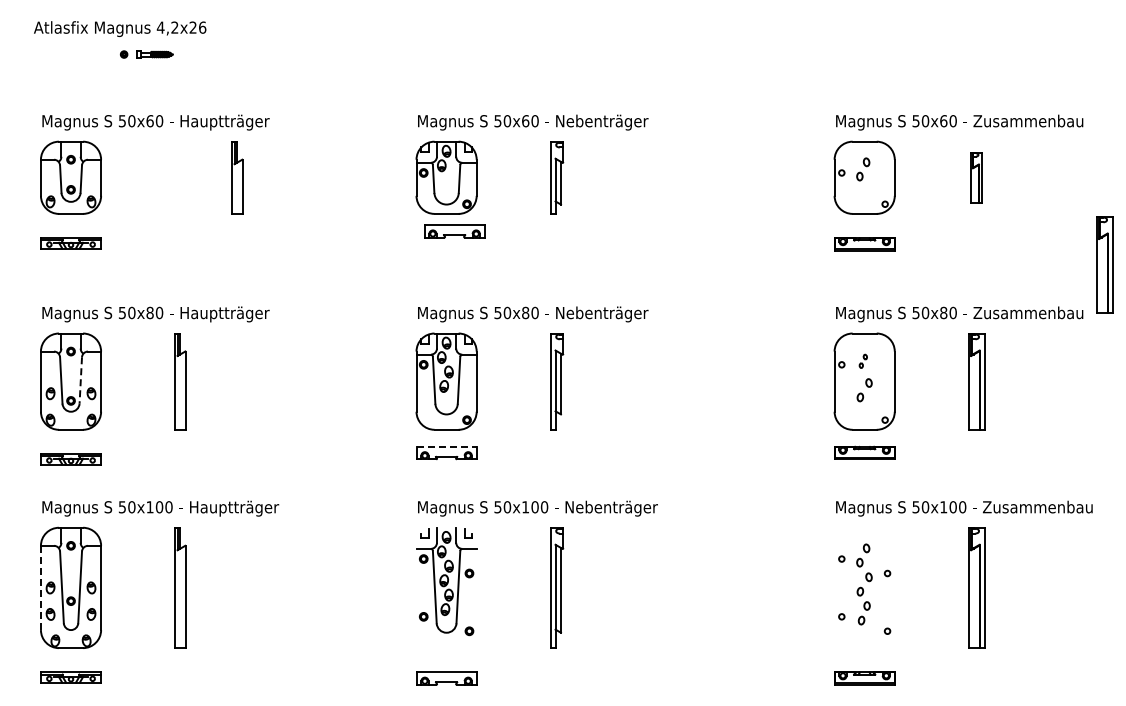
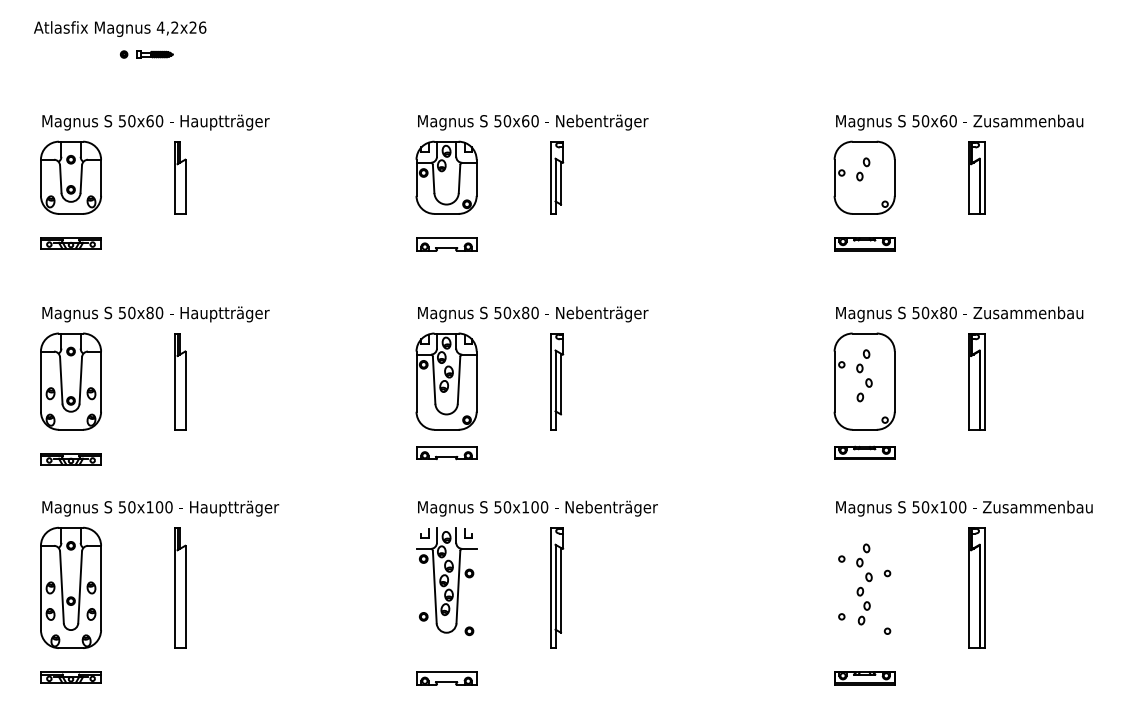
part at (237, 177) position: (237, 177) -> (180, 177)
part at (976, 177) size: 13x52 px -> 18x74 px
part at (454, 231) position: (454, 231) -> (446, 244)
part at (1104, 264): present -> none
part at (862, 360) size: 10x16 px -> 15x25 px
line at (80, 380): dashed -> solid
line at (447, 446): dashed -> solid
line at (40, 588): dashed -> solid
